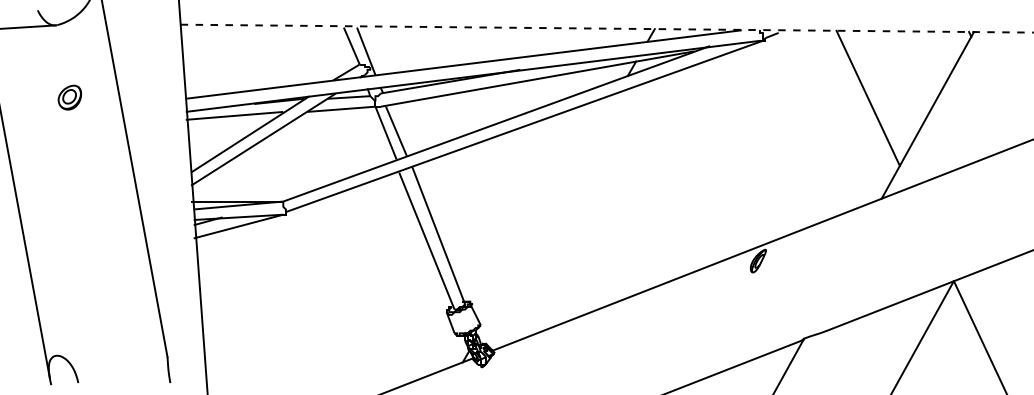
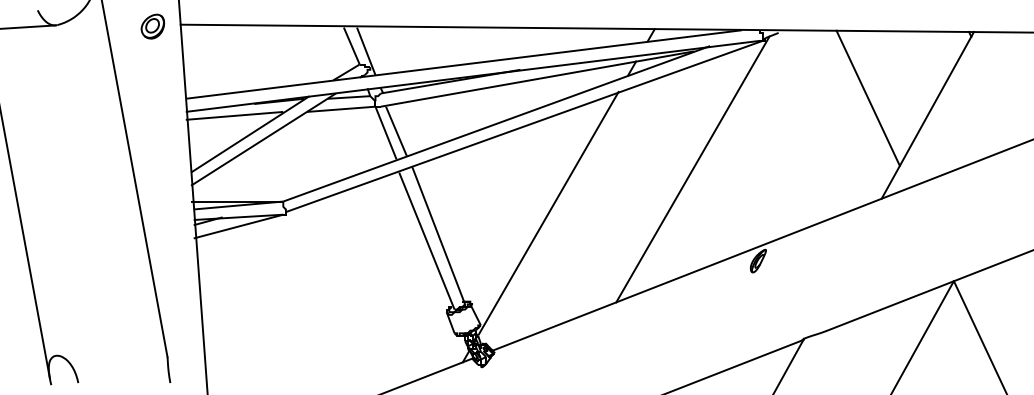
line at (607, 28): dashed -> solid
part at (69, 97) position: (69, 97) -> (152, 26)
line at (692, 169): none -> present
line at (548, 213): none -> present
